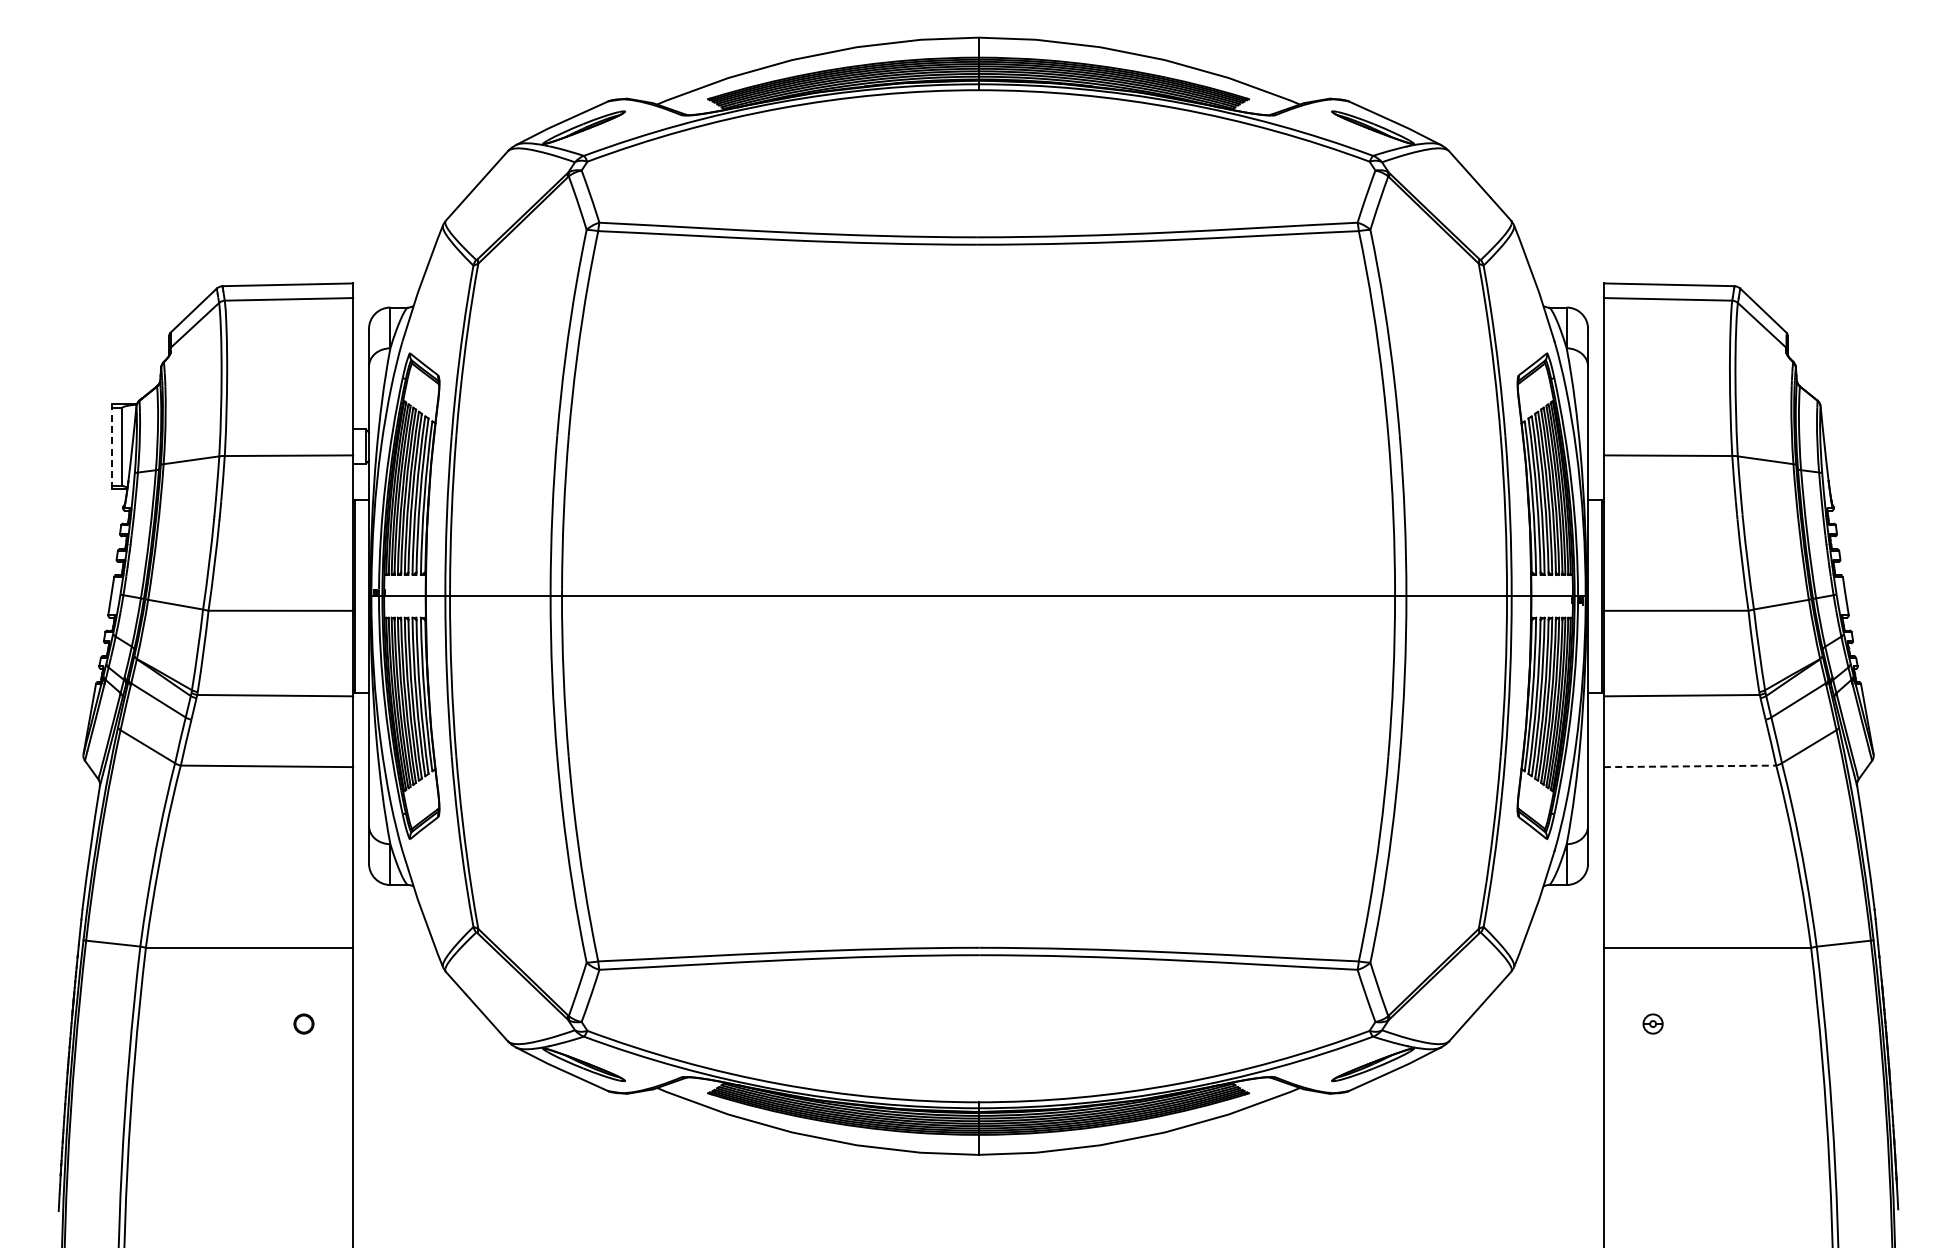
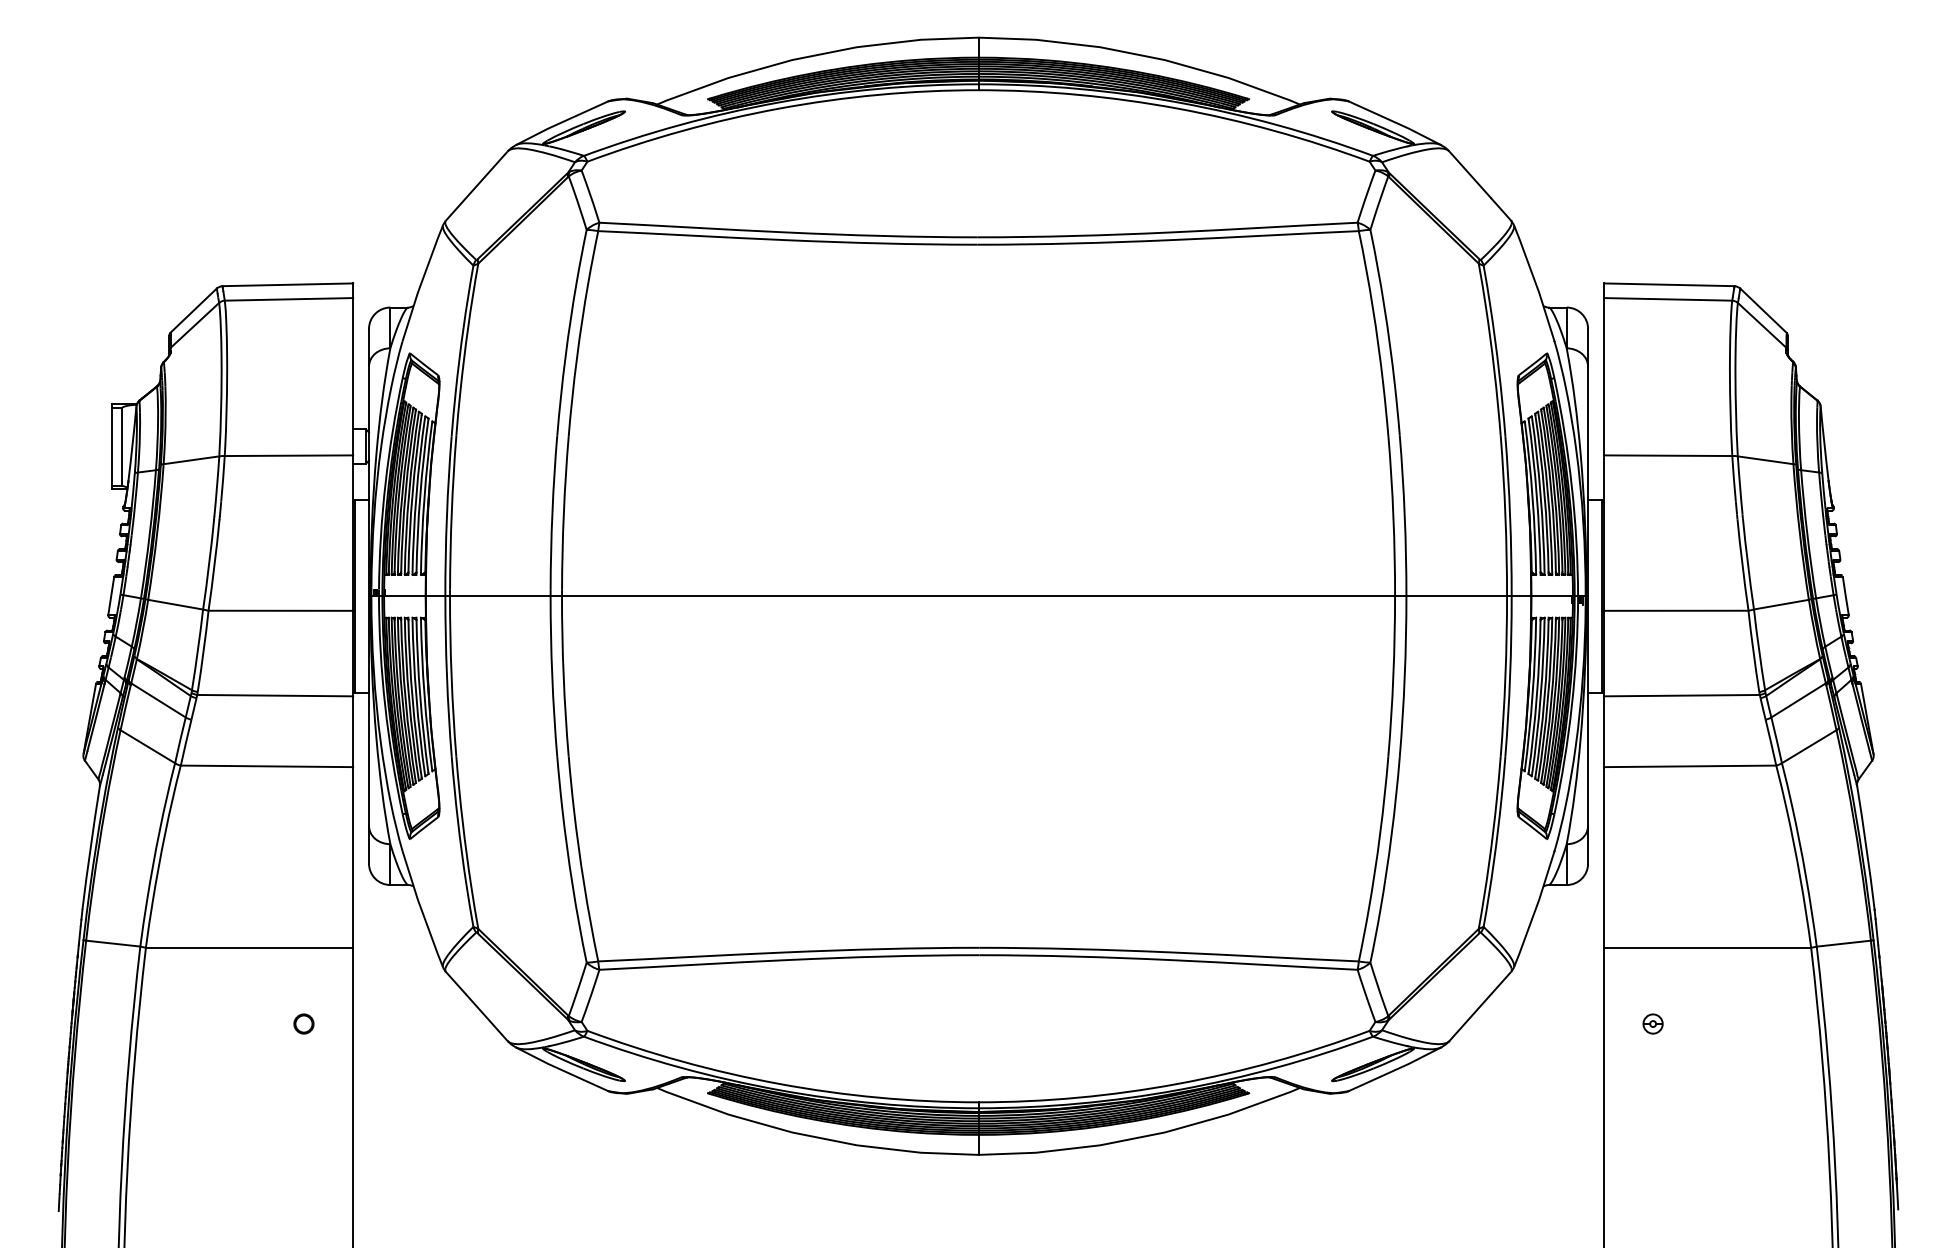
line at (111, 446): dashed -> solid
line at (1690, 766): dashed -> solid
